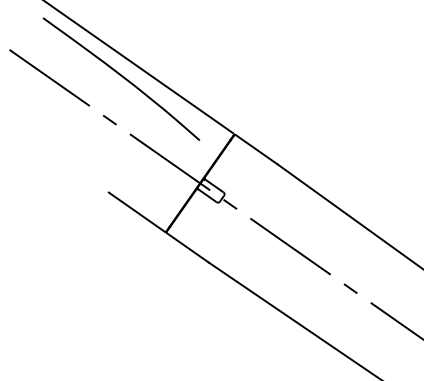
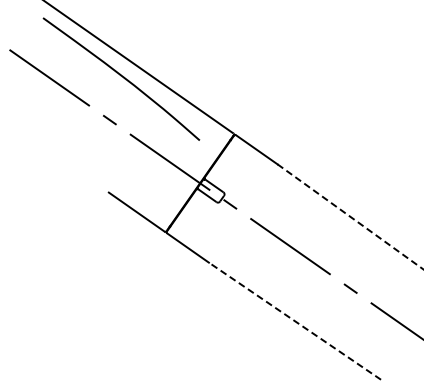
line at (350, 216): solid -> dashed
line at (295, 321): solid -> dashed
